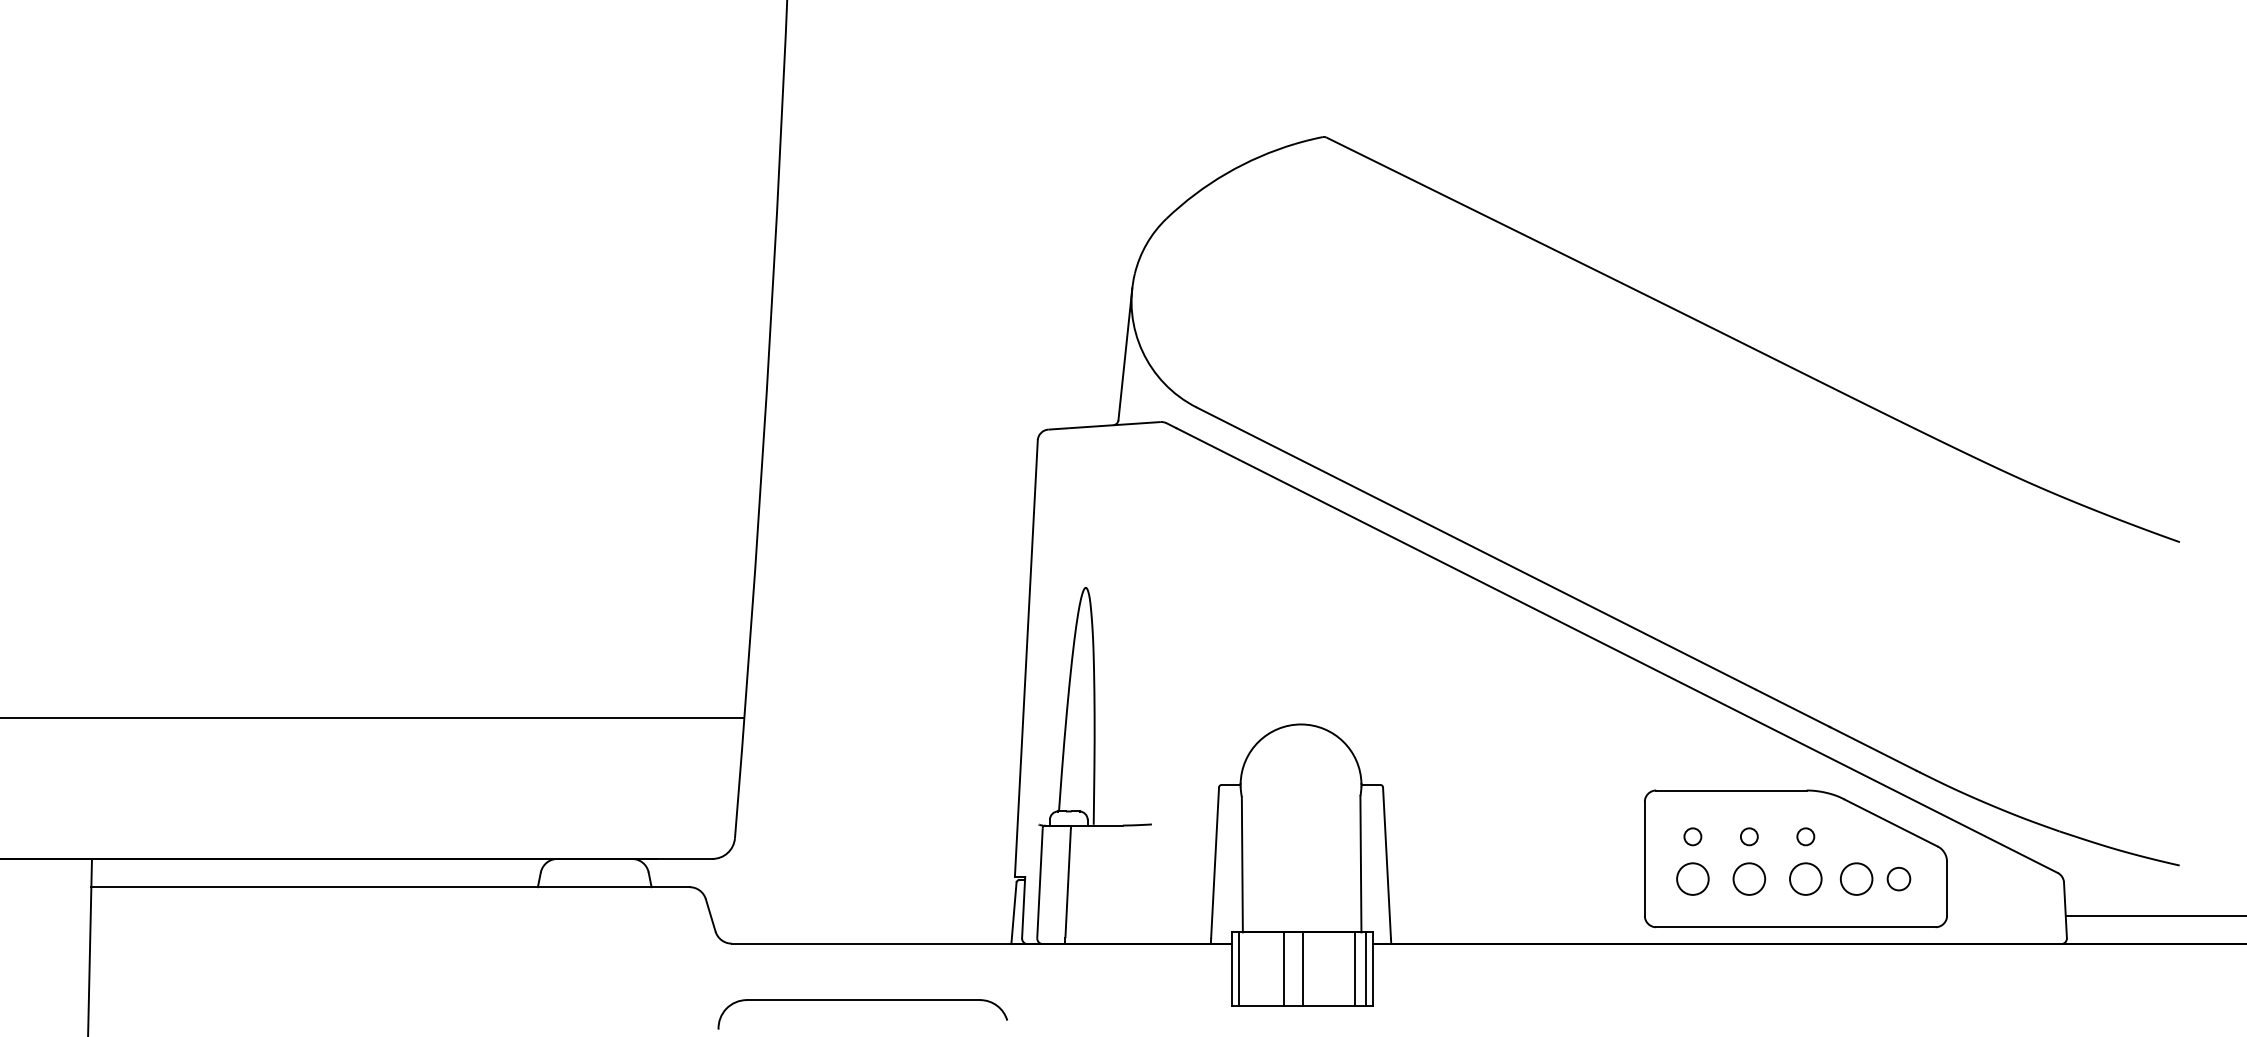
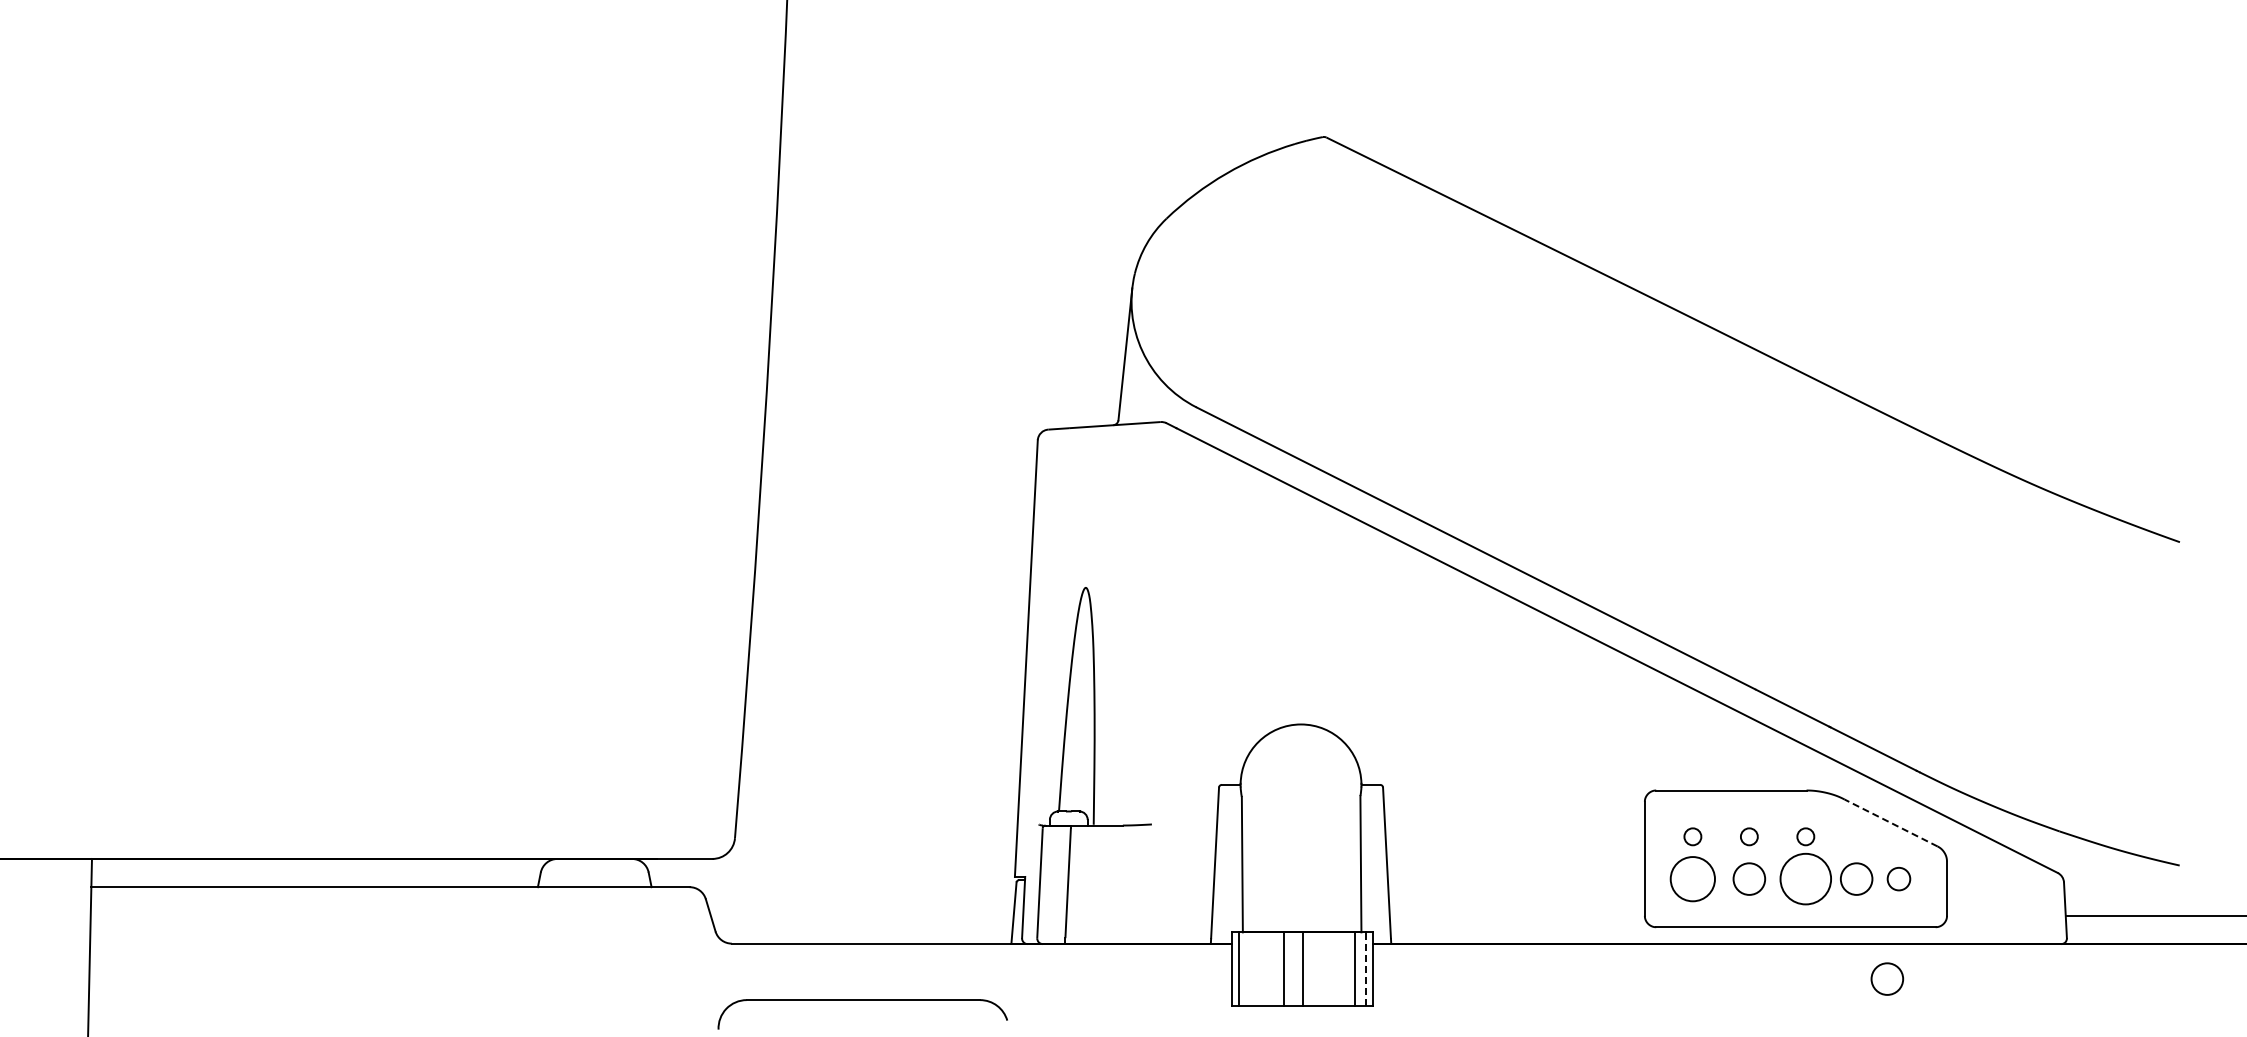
line at (373, 717): present -> none
line at (1890, 822): solid -> dashed
circle at (1692, 878) size: 34x34 px -> 47x47 px
circle at (1805, 878) diameter: 32 px -> 51 px
line at (1366, 969): solid -> dashed
circle at (1887, 978): none -> present
